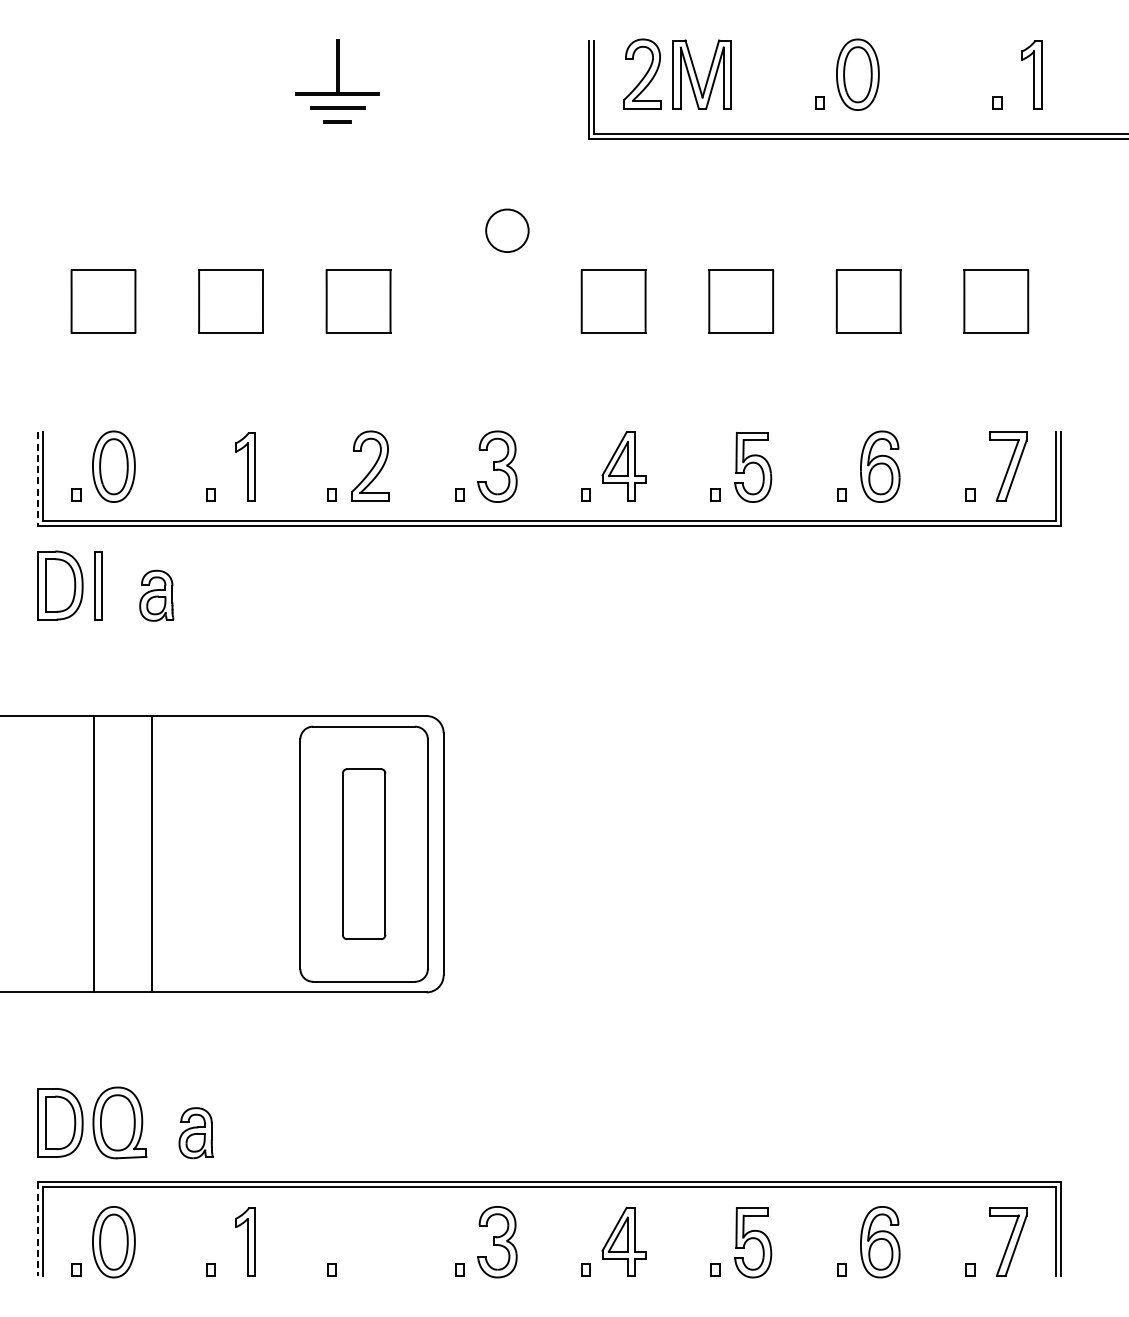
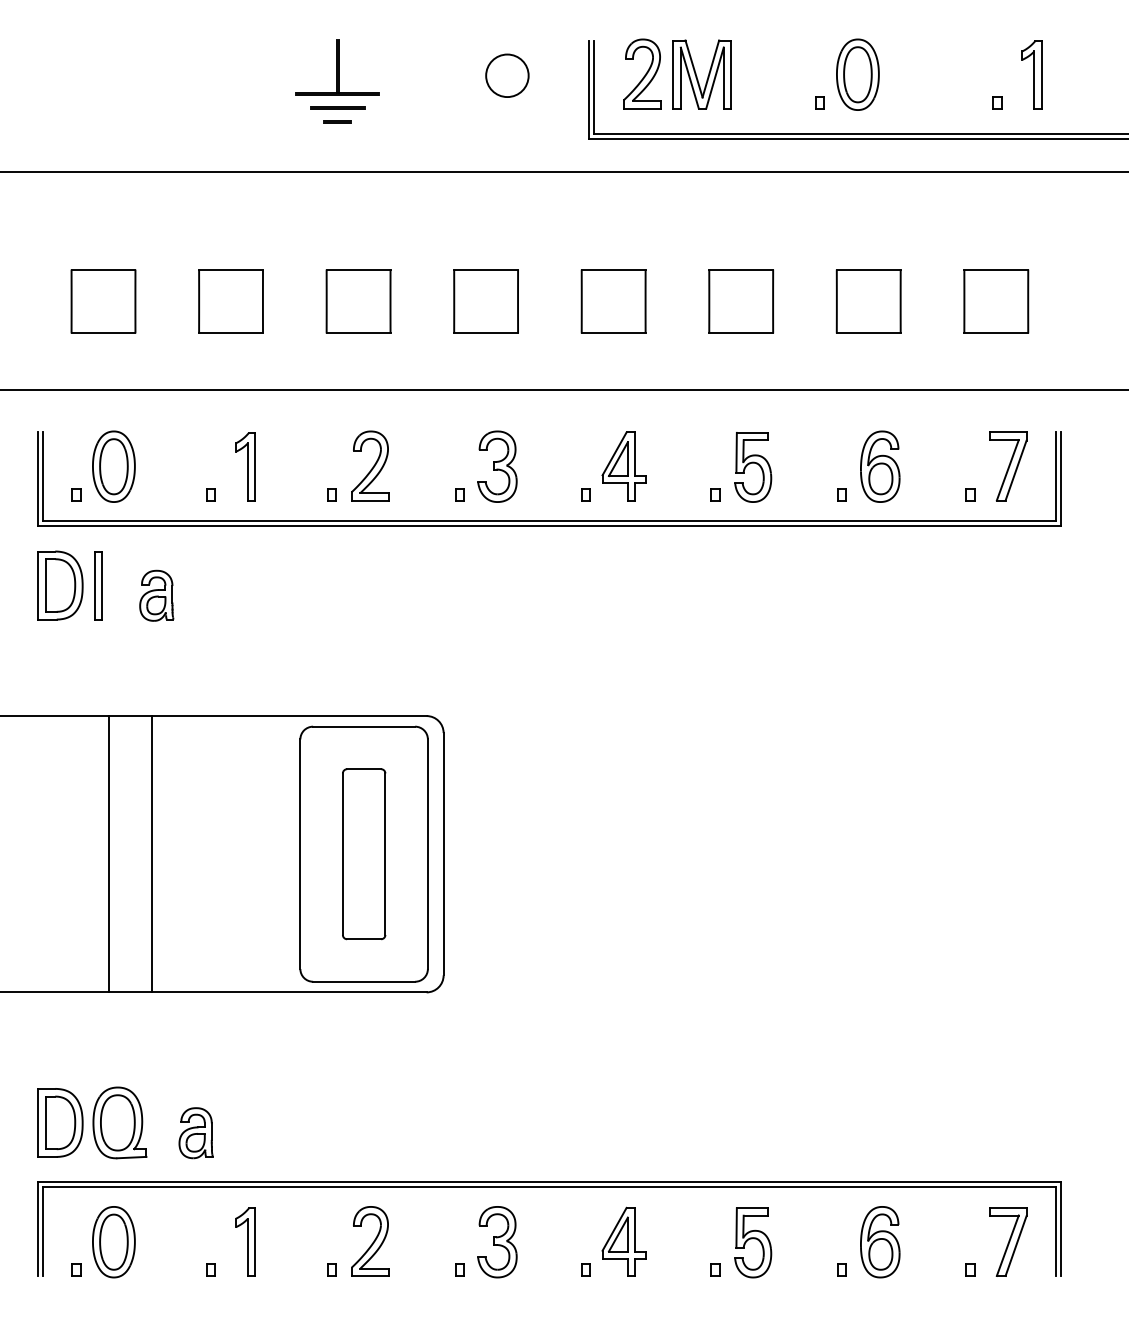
line at (563, 171): none -> present
circle at (507, 230) position: (507, 230) -> (507, 75)
part at (485, 301): none -> present
line at (563, 390): none -> present
line at (38, 479): dashed -> solid
line at (94, 854) position: (94, 854) -> (109, 854)
line at (38, 1229): dashed -> solid
part at (370, 1241): none -> present
